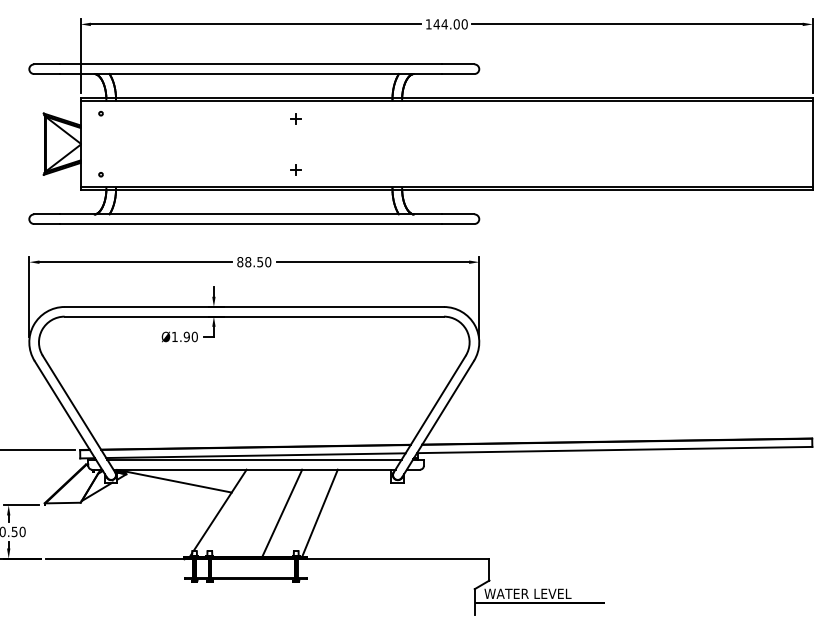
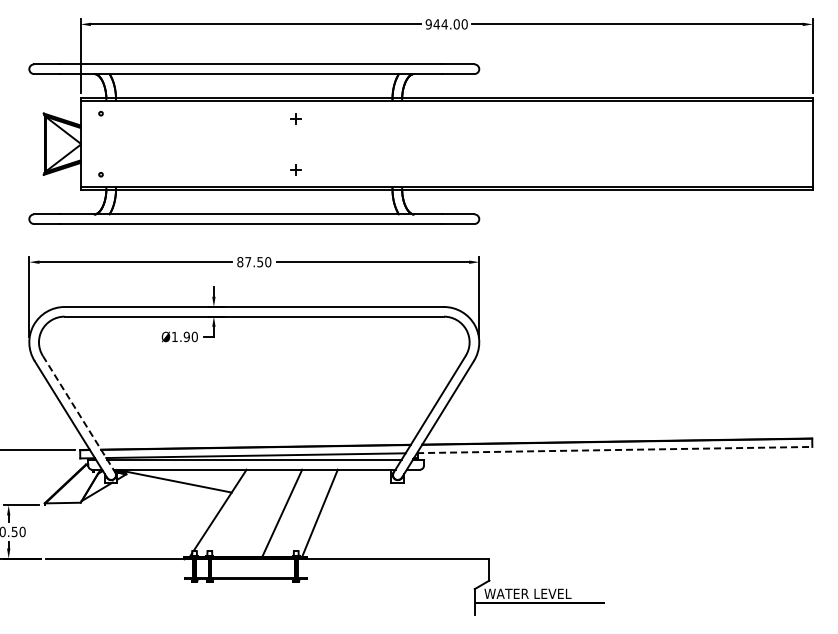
text at (428, 24): 144.00 -> 944.00
text at (248, 262): 88.50 -> 87.50
line at (79, 414): solid -> dashed
line at (614, 450): solid -> dashed
